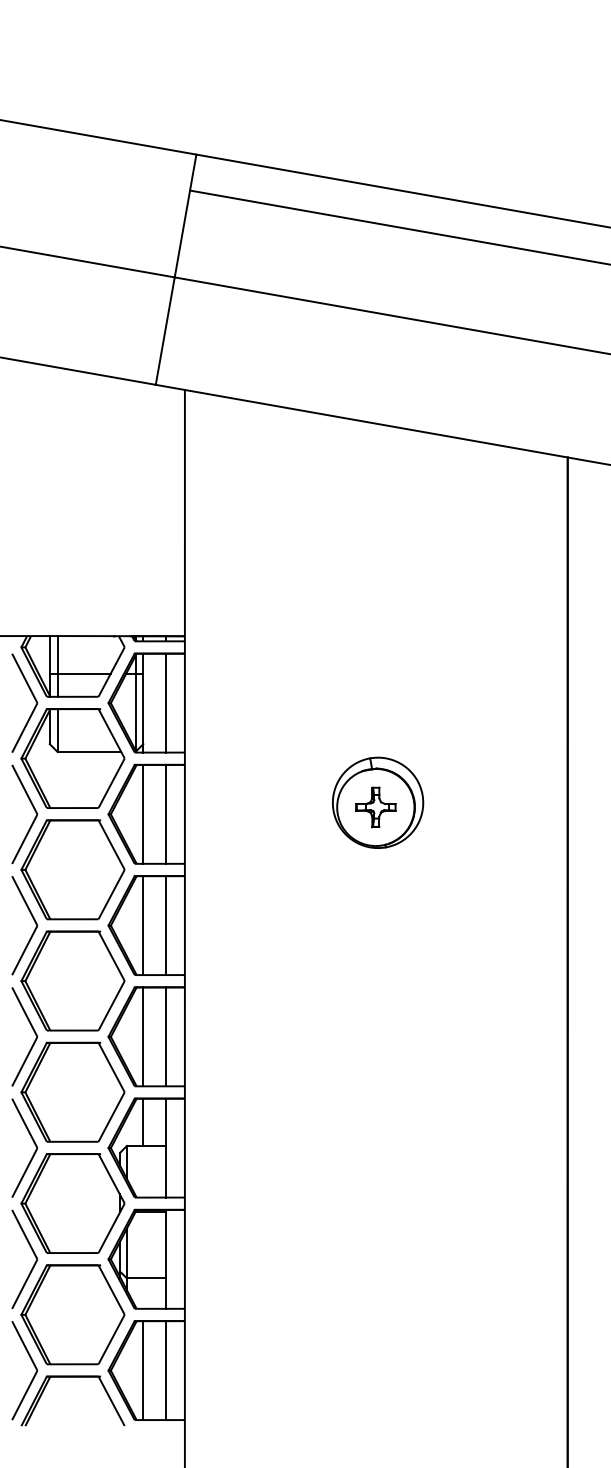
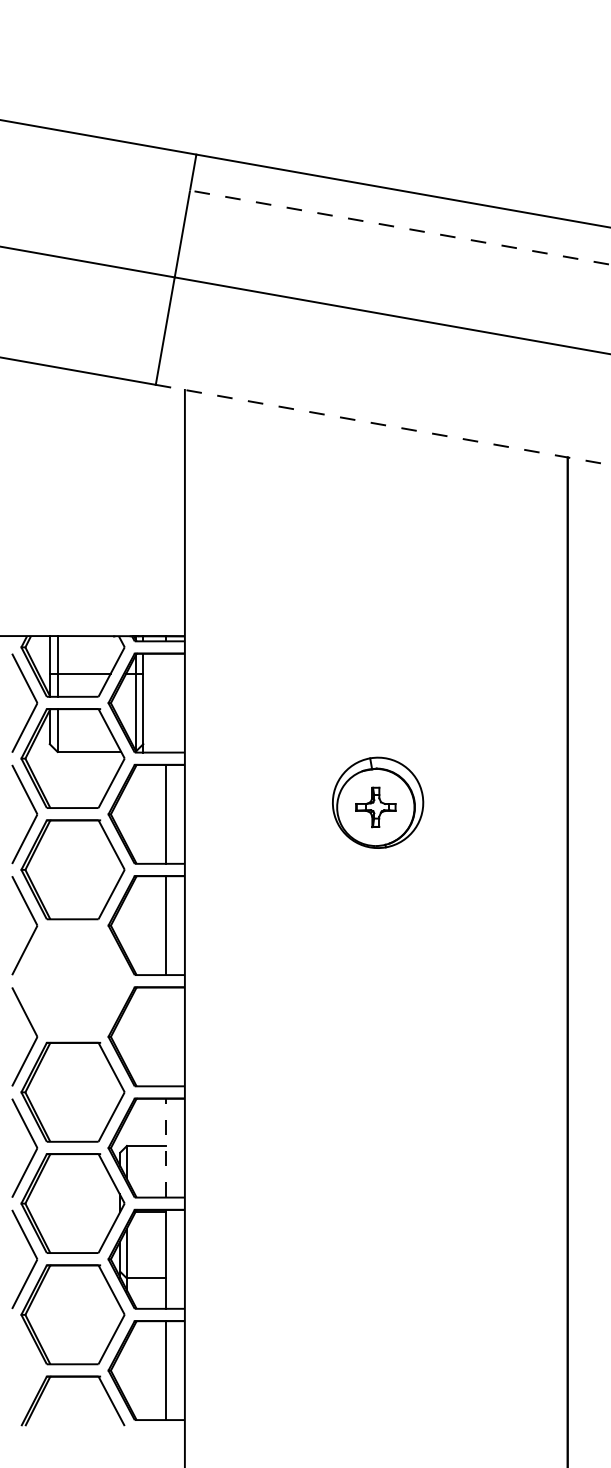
line at (399, 227): solid -> dashed
line at (383, 424): solid -> dashed
line at (165, 702): present -> none
line at (143, 813): present -> none
line at (143, 925): present -> none
part at (72, 980): present -> none
line at (143, 1036): present -> none
line at (165, 1036): present -> none
line at (143, 1121): present -> none
line at (165, 1147): solid -> dashed
part at (33, 1365): present -> none
line at (143, 1370): present -> none
